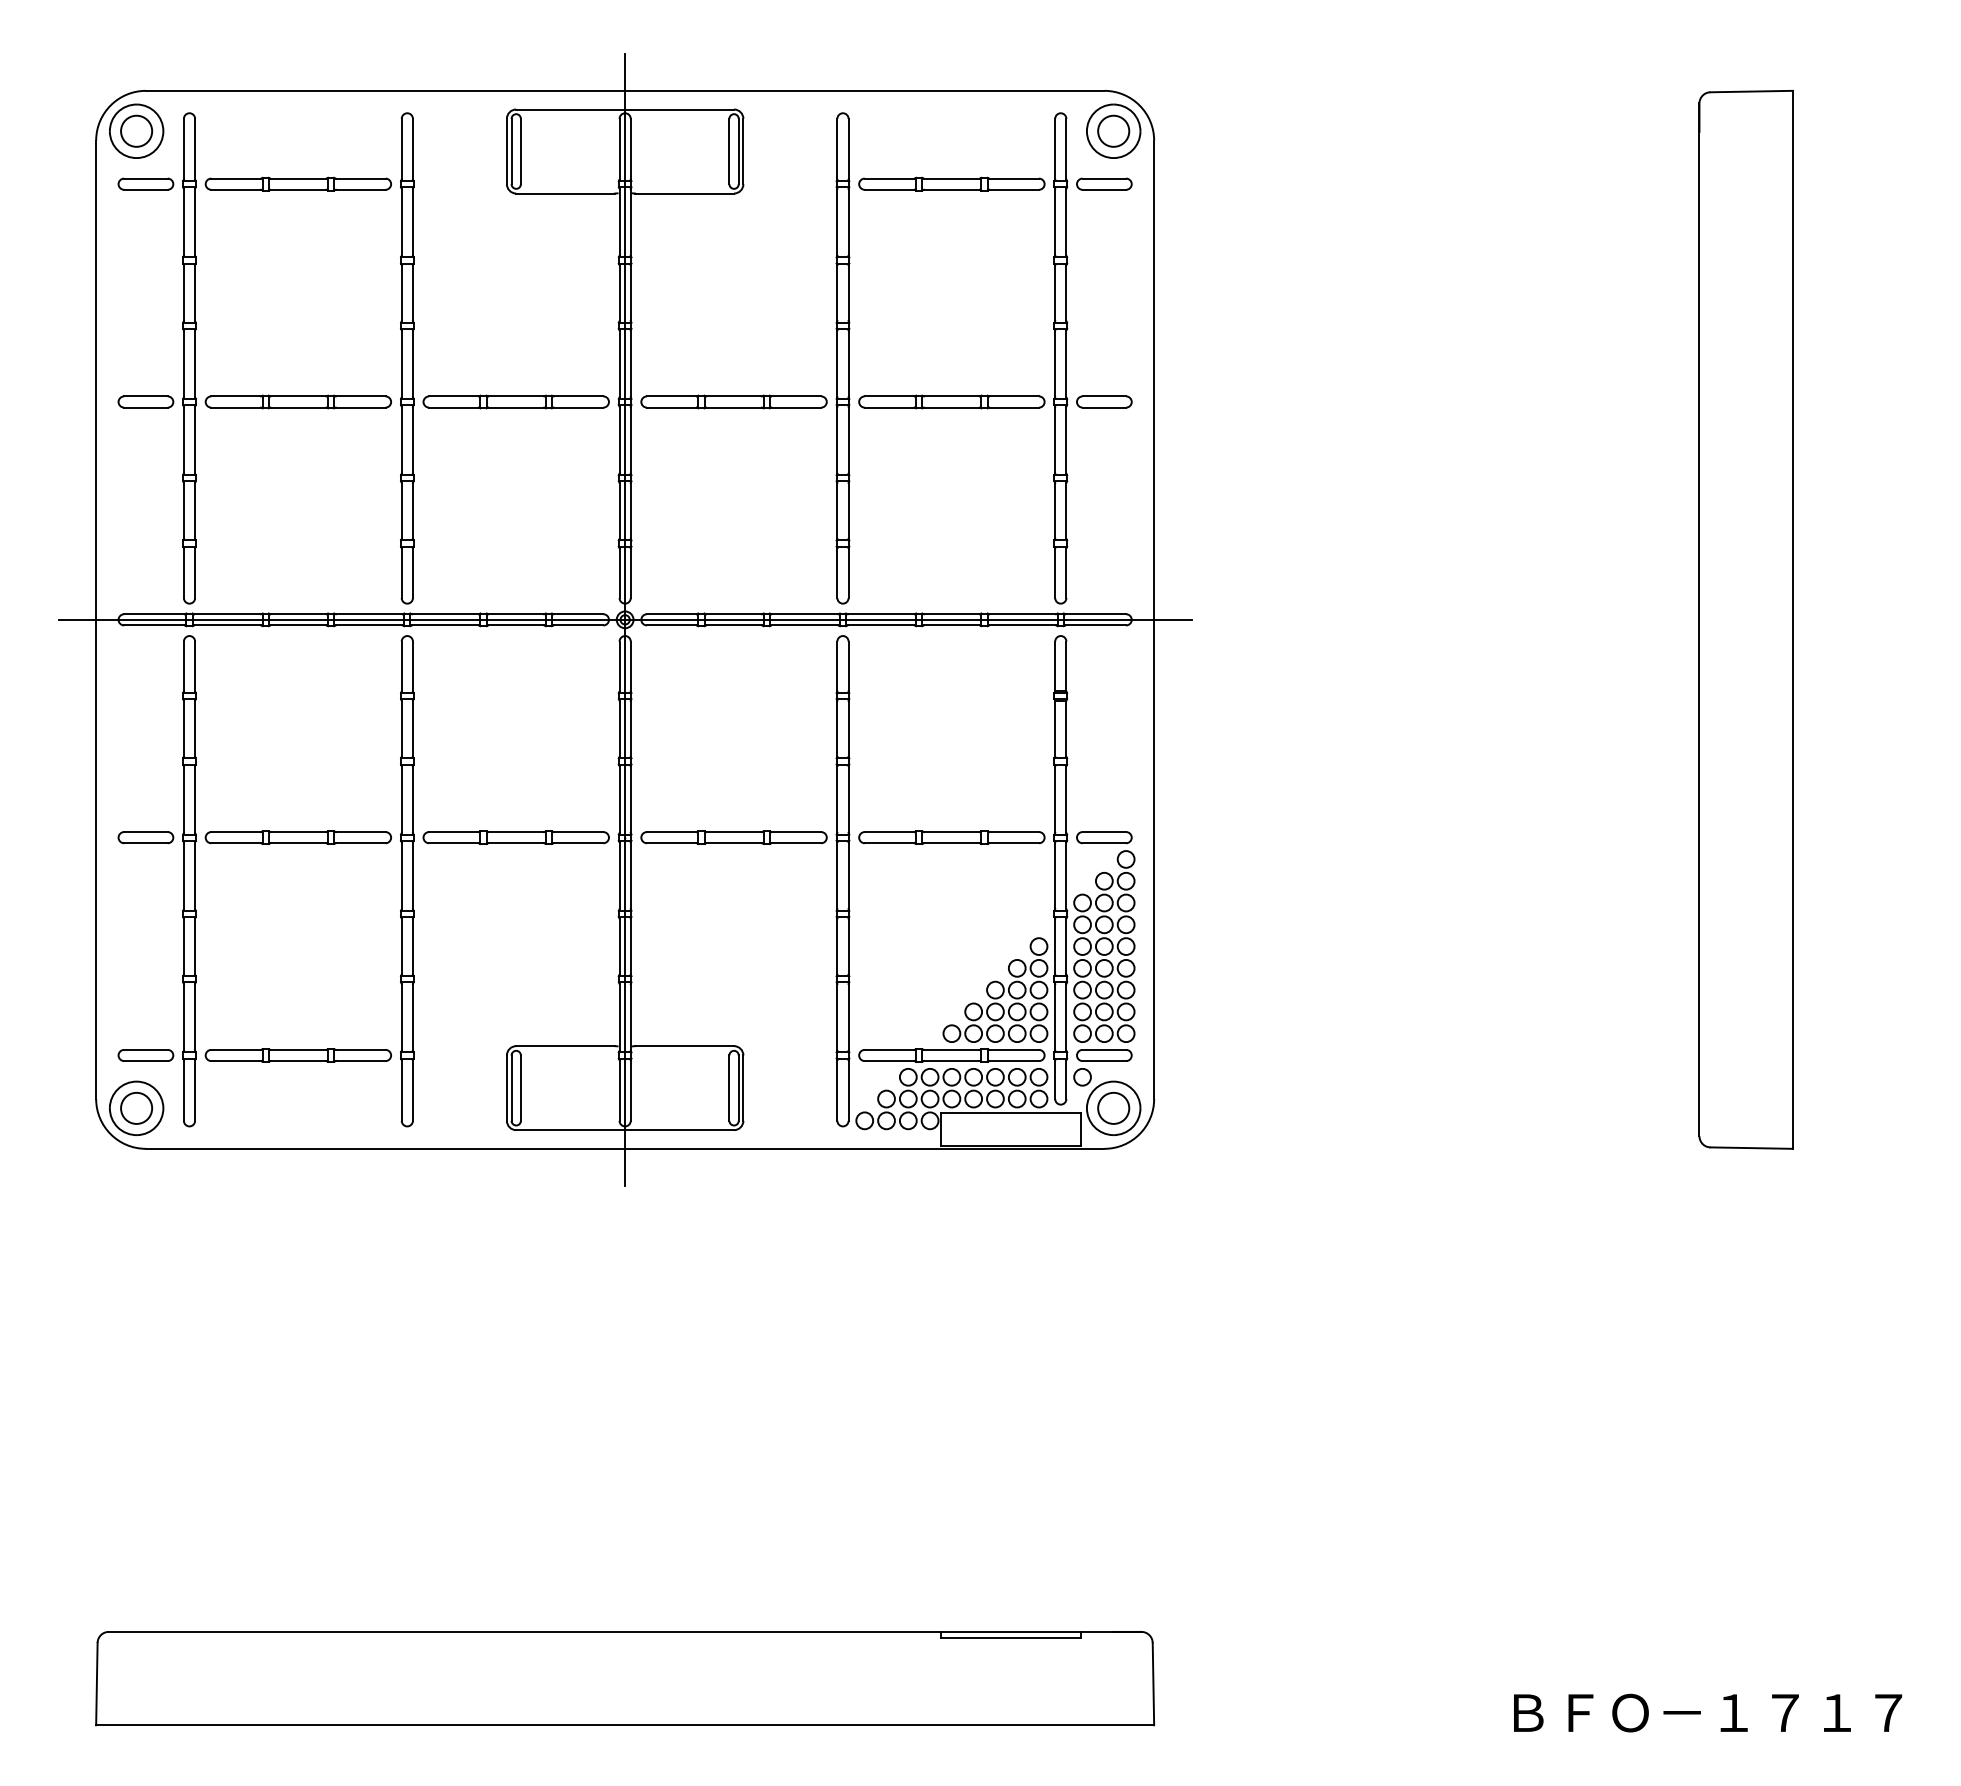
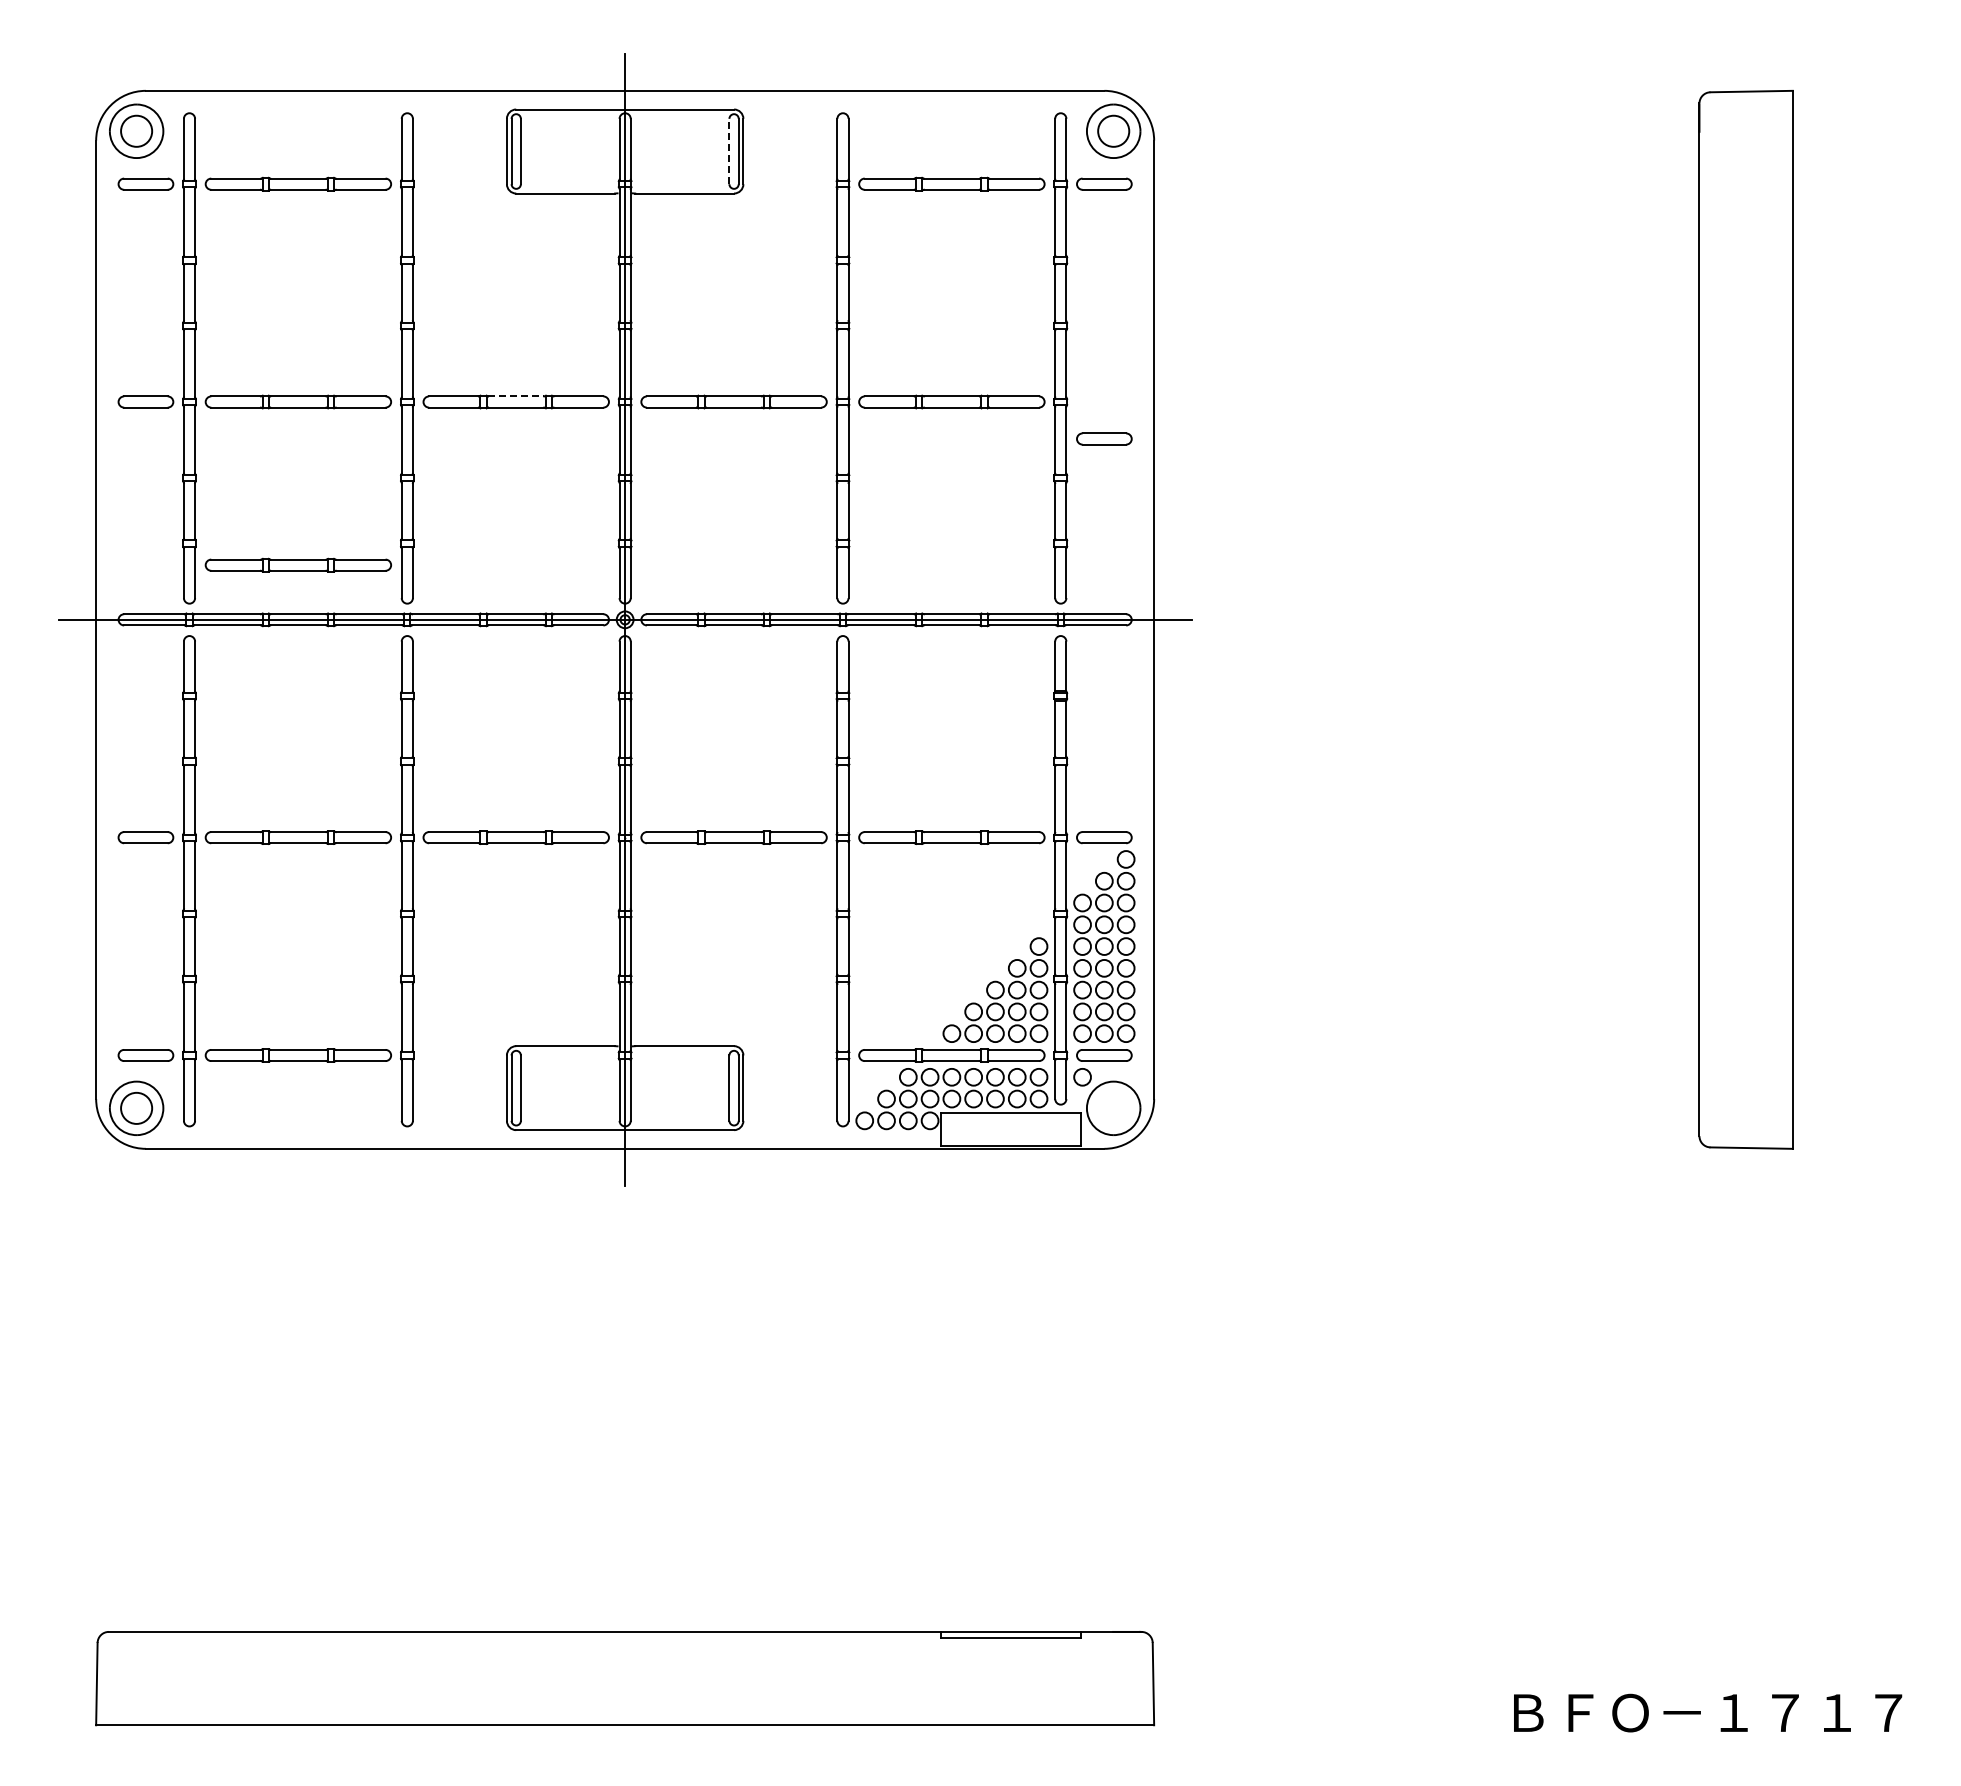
line at (729, 151): solid -> dashed
line at (516, 396): solid -> dashed
part at (1104, 401) position: (1104, 401) -> (1104, 438)
part at (297, 564): none -> present
circle at (1113, 1107): present -> none
